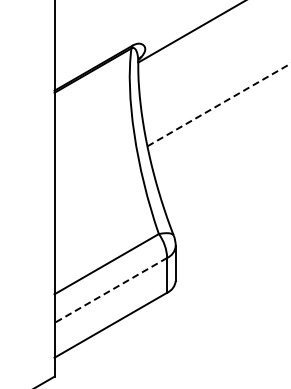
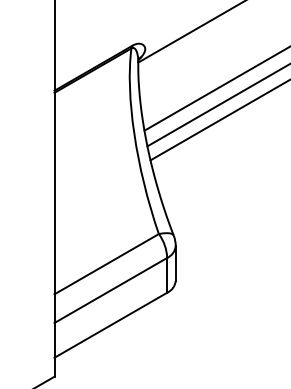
line at (215, 89): none -> present
line at (218, 105): dashed -> solid
line at (218, 120): none -> present
line at (110, 290): dashed -> solid
